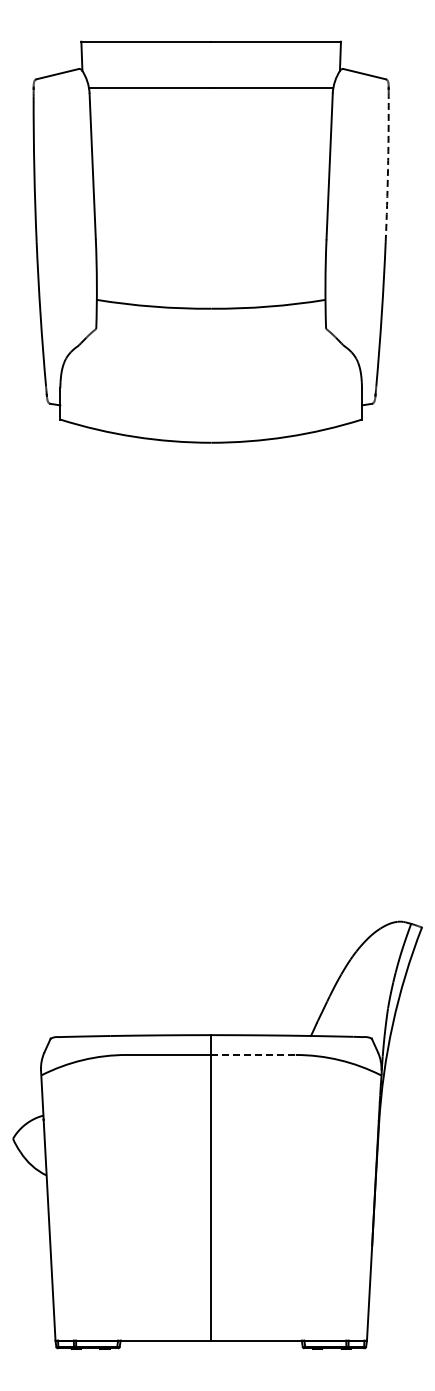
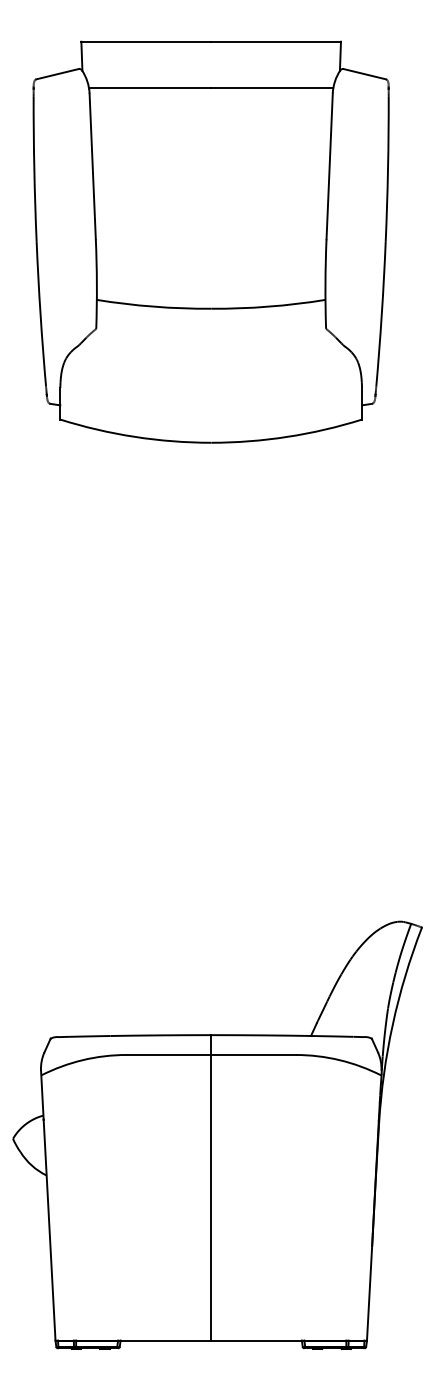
arc at (388, 169): dashed -> solid
line at (254, 1054): dashed -> solid
